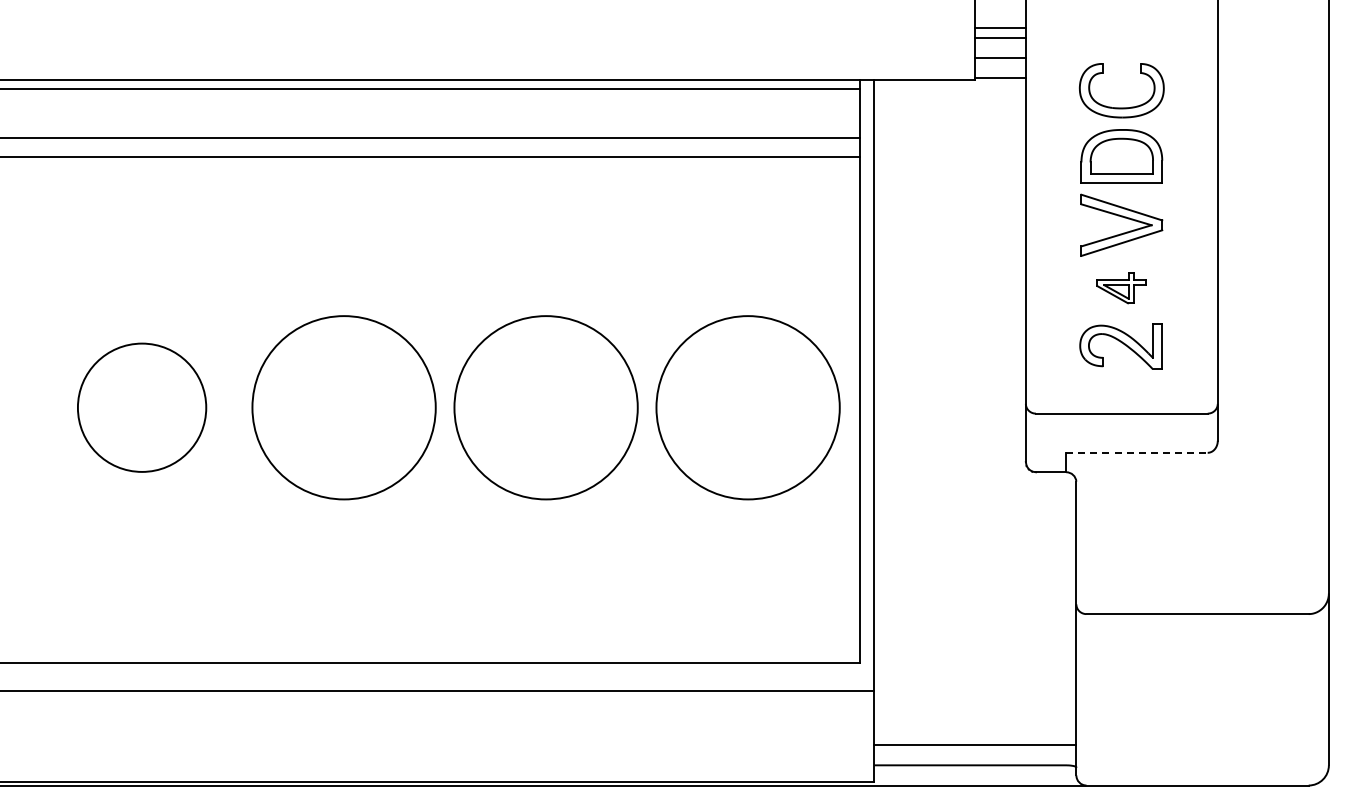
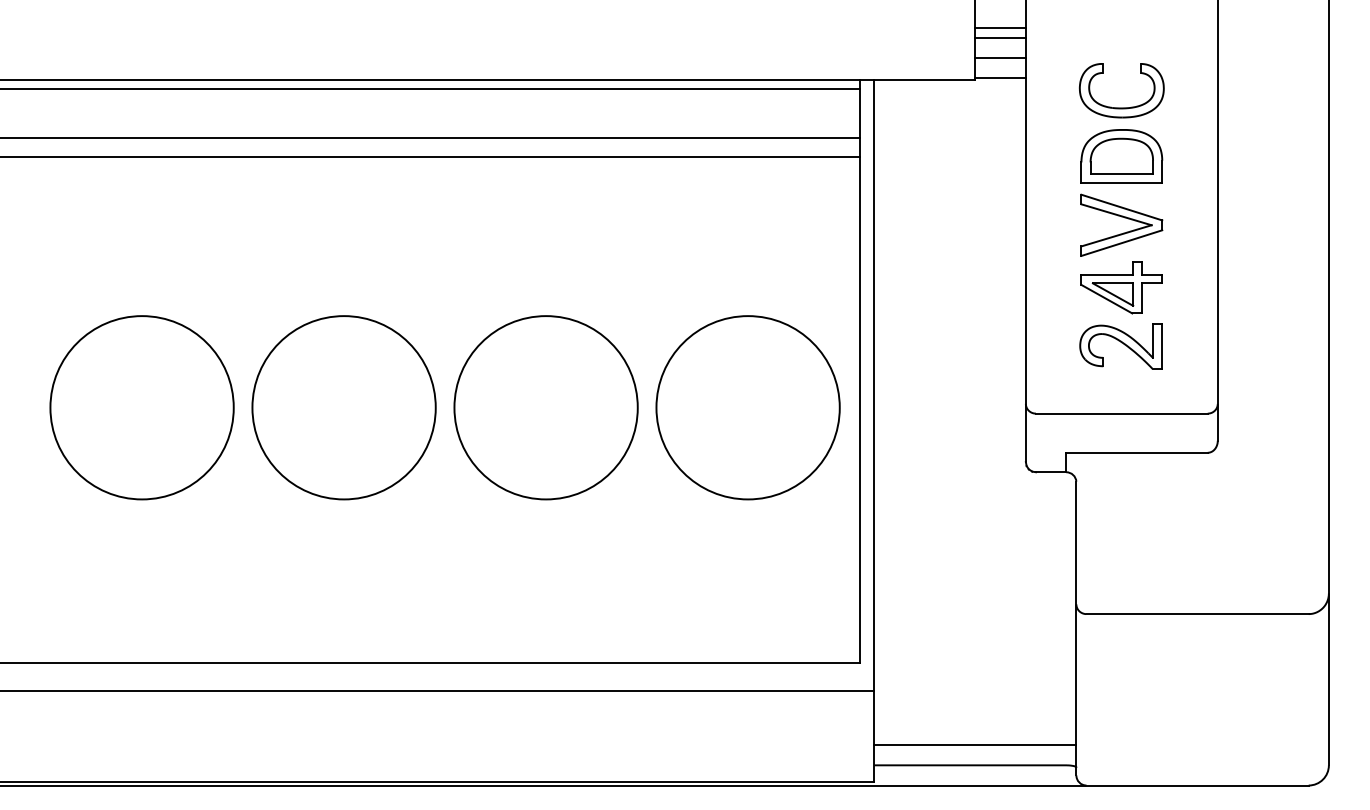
part at (1121, 288) size: 51x33 px -> 83x54 px
circle at (141, 407) diameter: 128 px -> 183 px
line at (1136, 452): dashed -> solid
